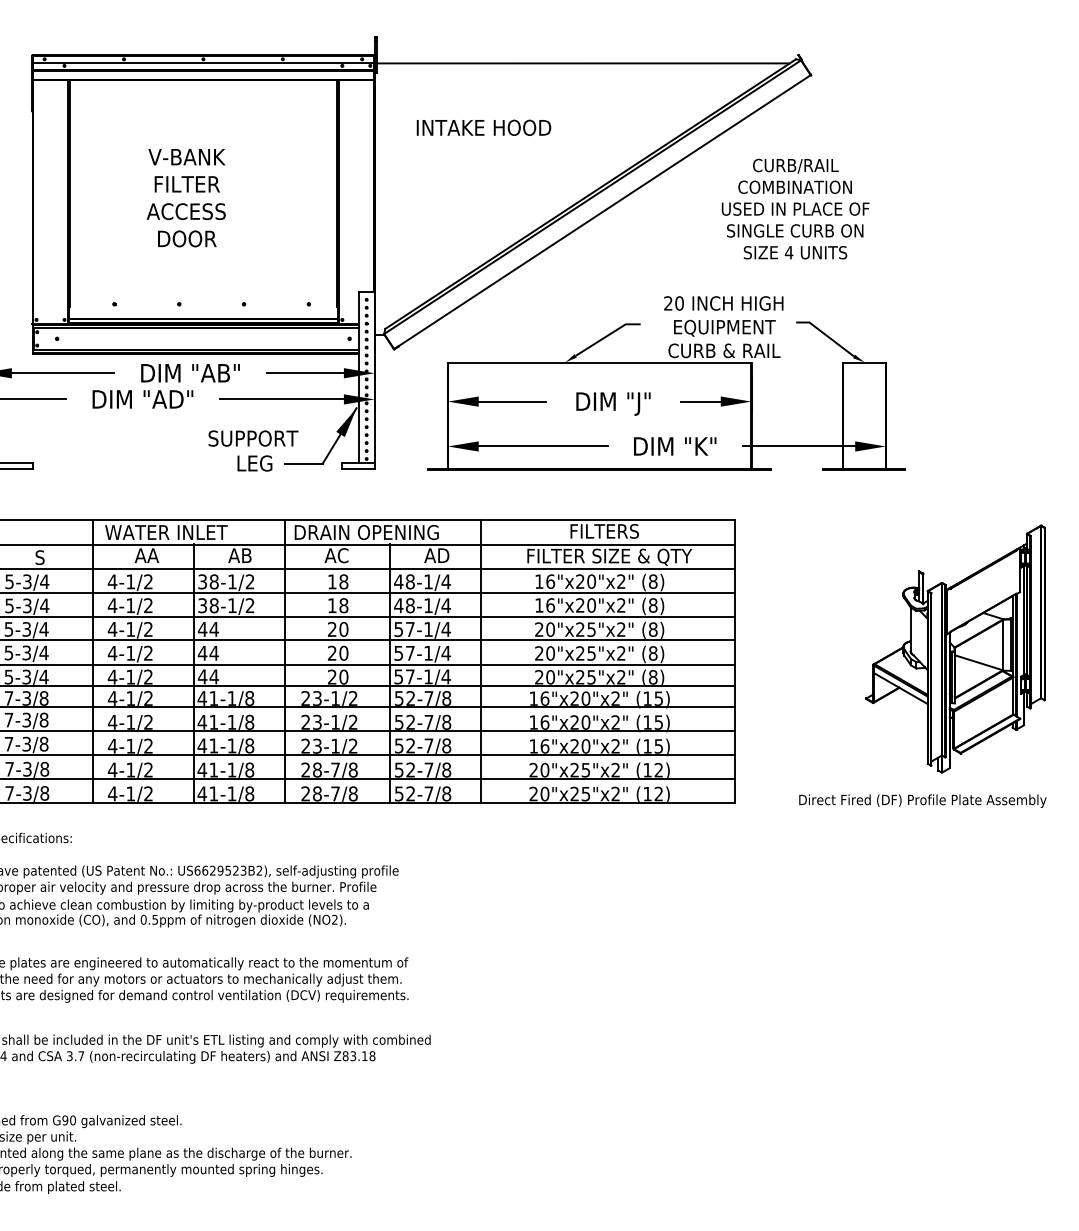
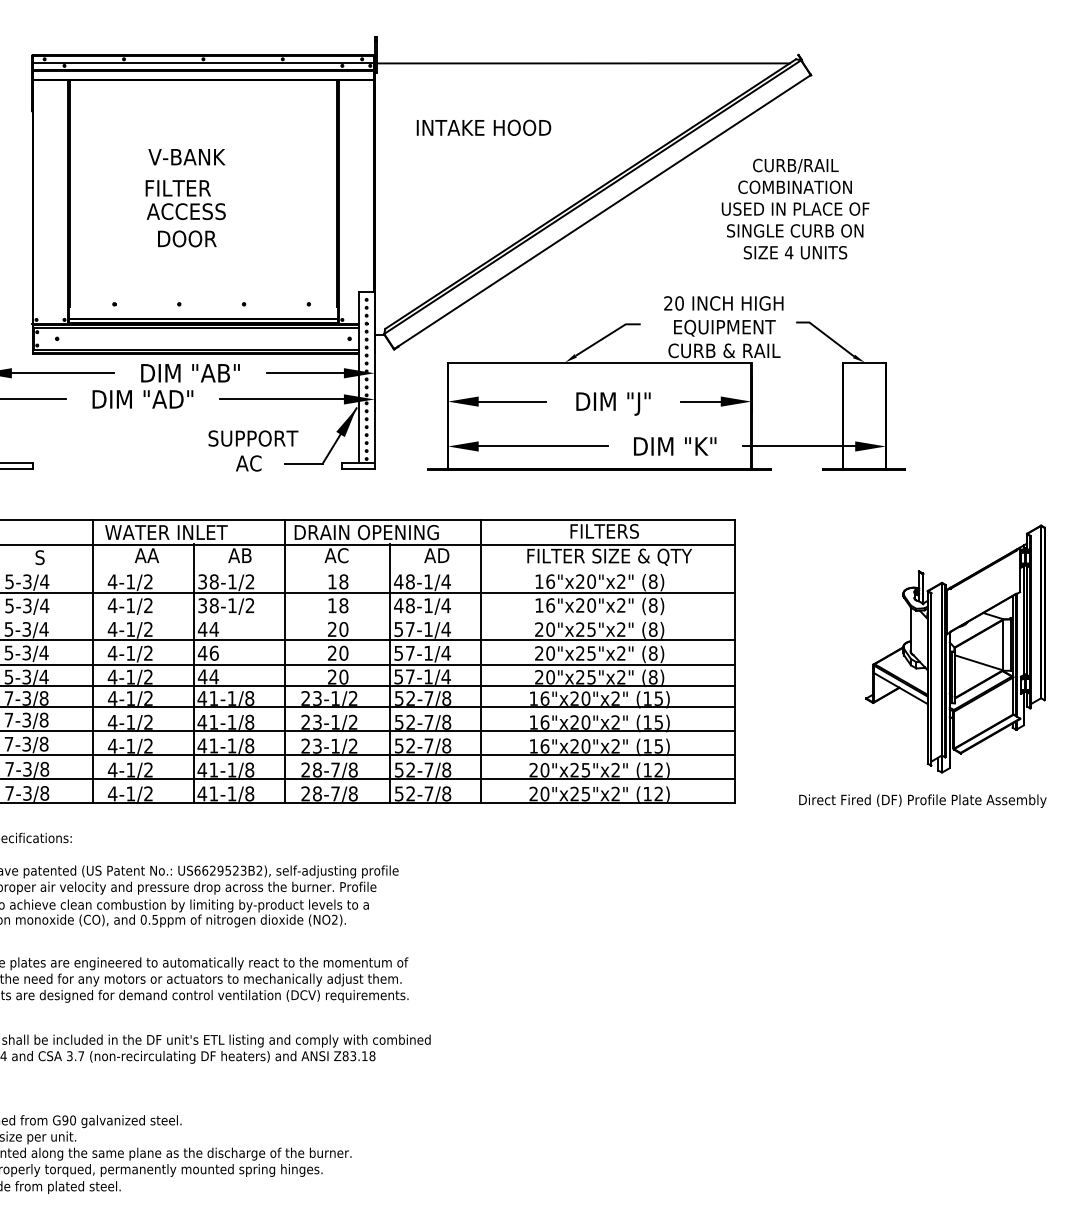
text at (186, 184) position: (186, 184) -> (177, 188)
text at (254, 463): LEG -> AC
line at (368, 568): present -> none
line at (368, 616): present -> none
text at (214, 652): 44 -> 46
